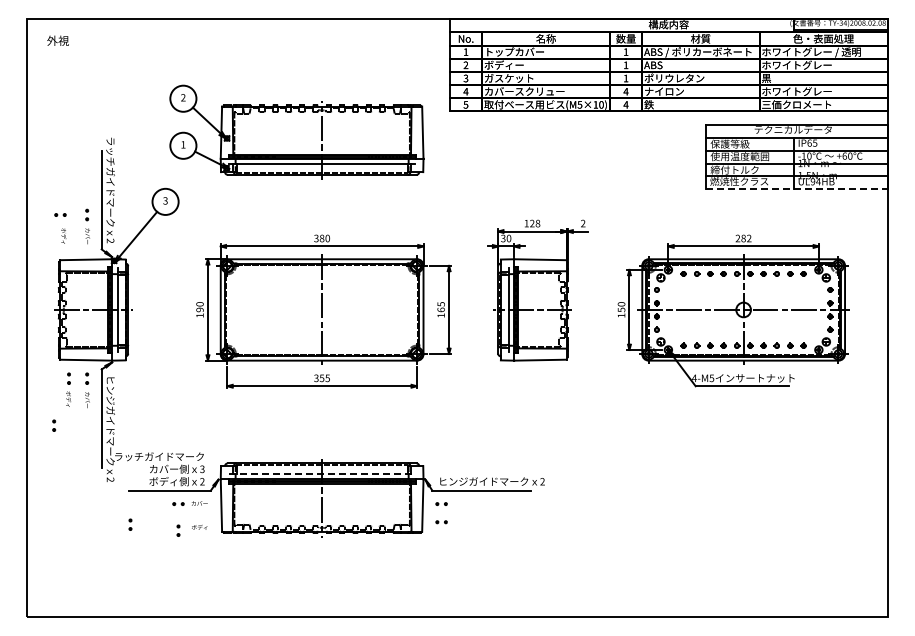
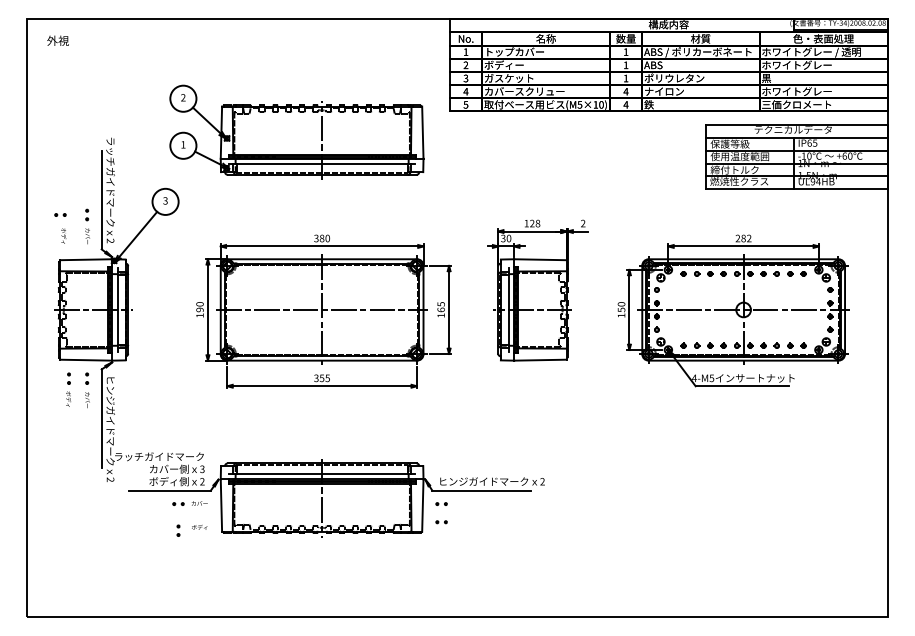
line at (796, 189): dashed -> solid
line at (321, 309): none -> present
part at (54, 425): present -> none
line at (322, 473): dashed -> solid
part at (130, 524): present -> none
